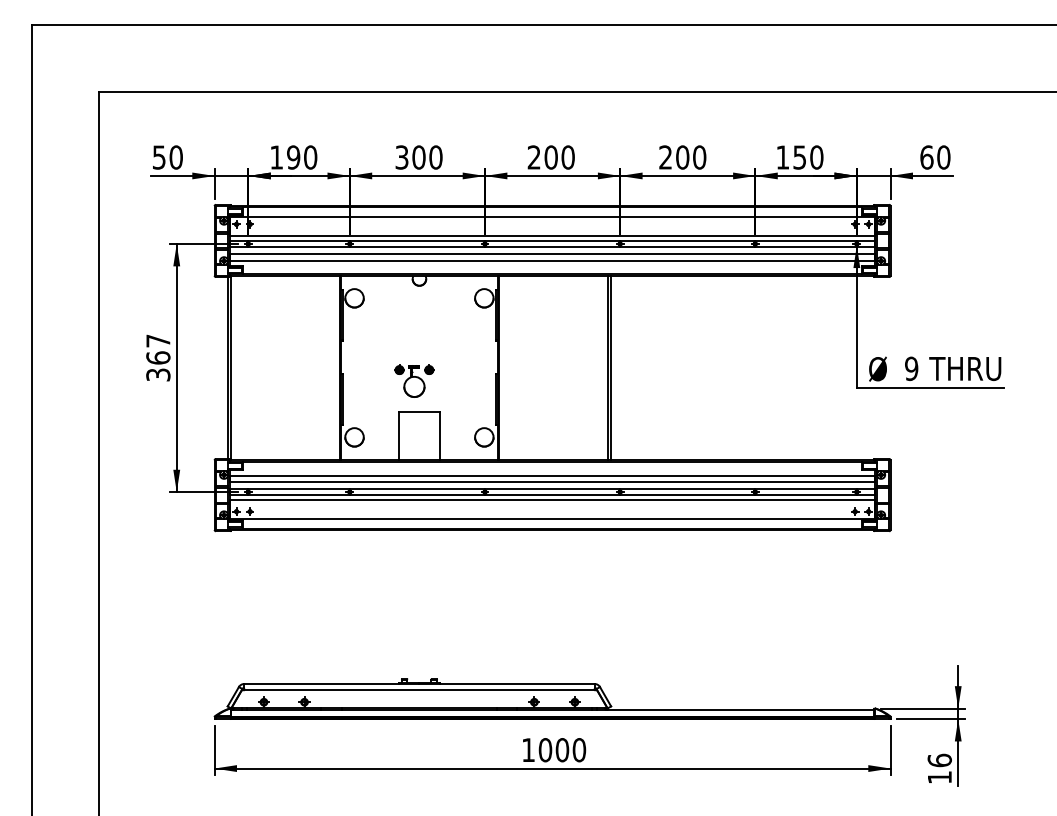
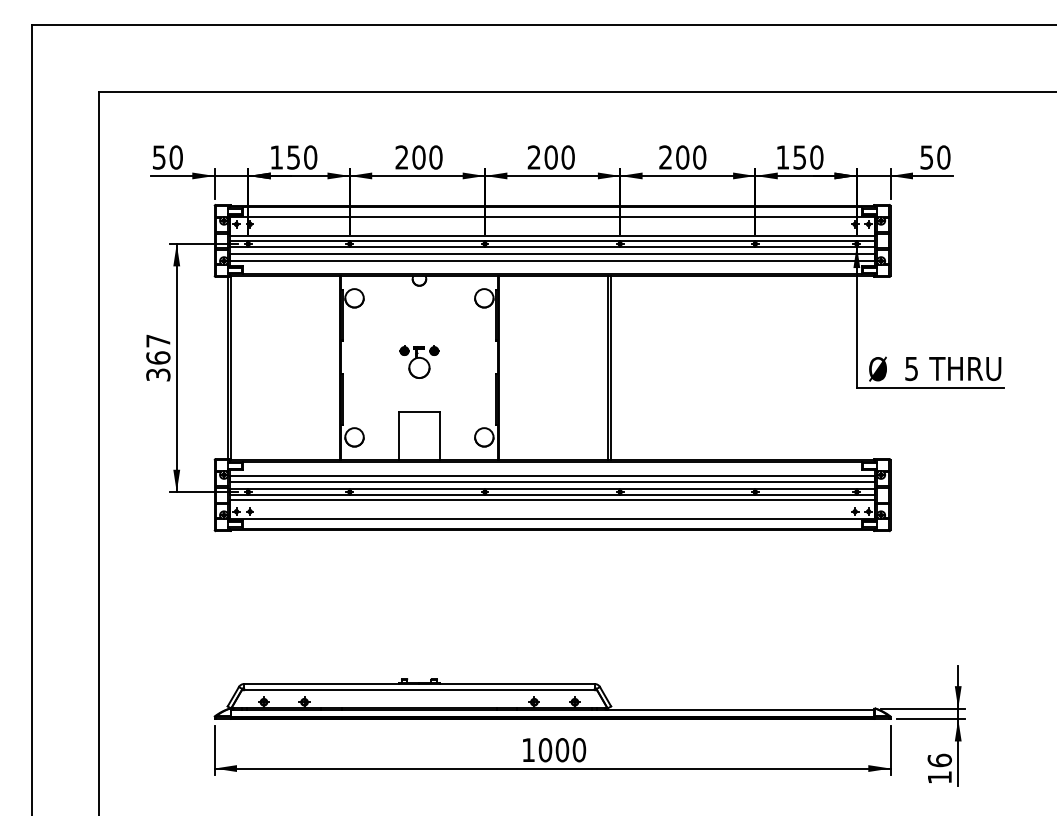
text at (293, 157): 190 -> 150
text at (401, 157): 300 -> 200
text at (926, 157): 60 -> 50
text at (911, 368): 9 -> 5
part at (414, 380) position: (414, 380) -> (419, 361)
